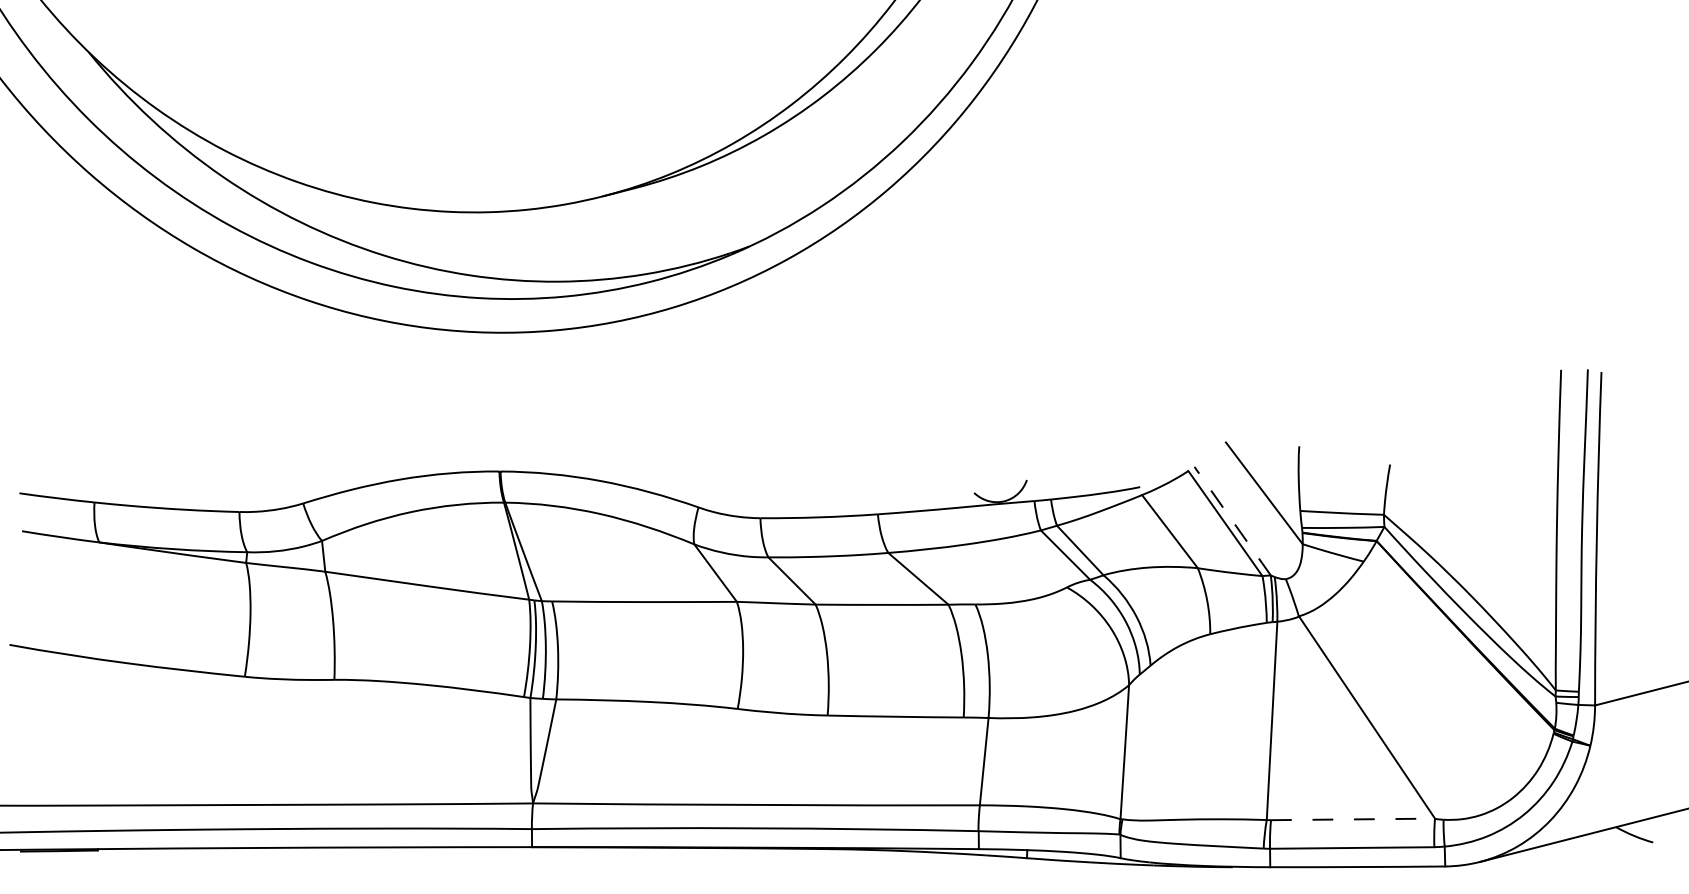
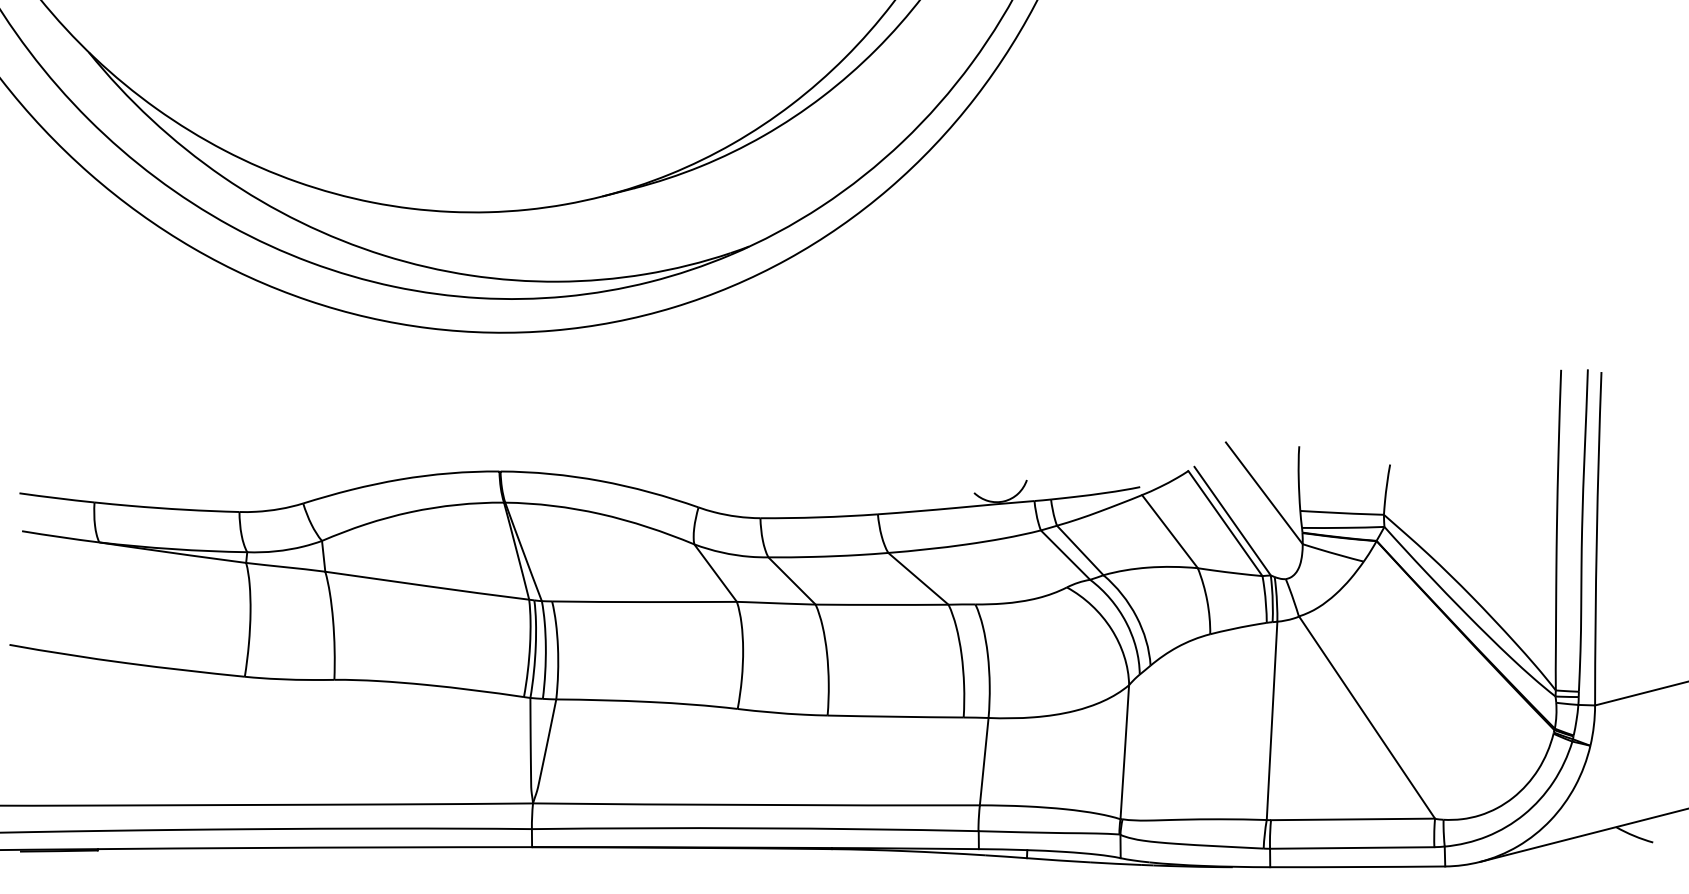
line at (1232, 520): dashed -> solid
line at (1353, 819): dashed -> solid
